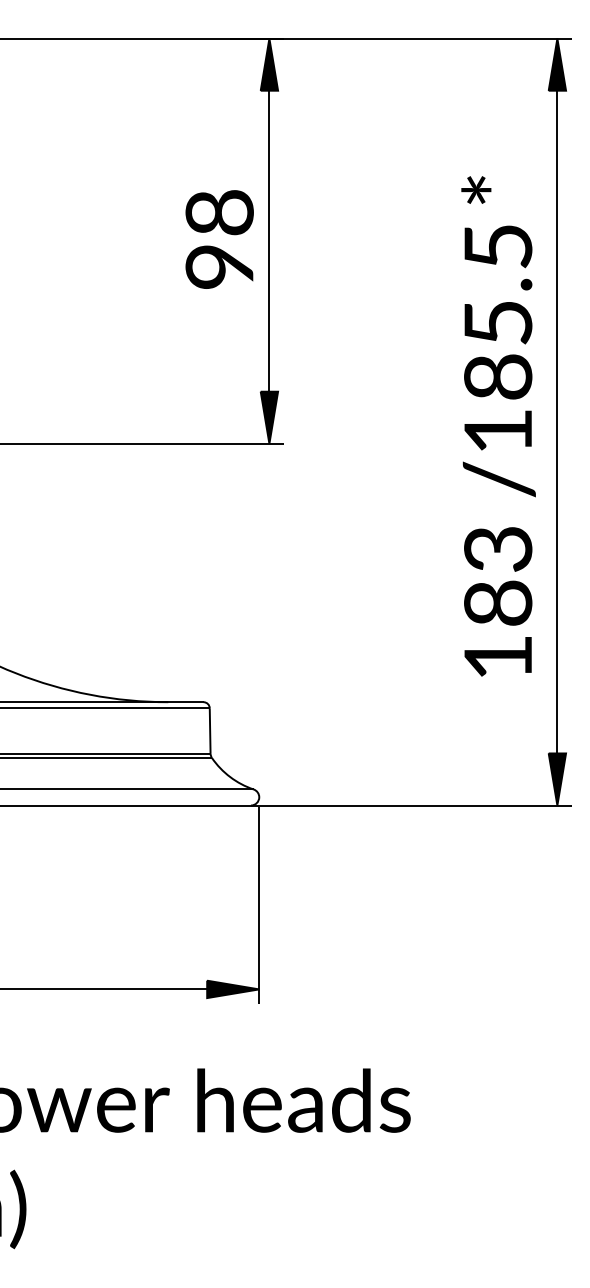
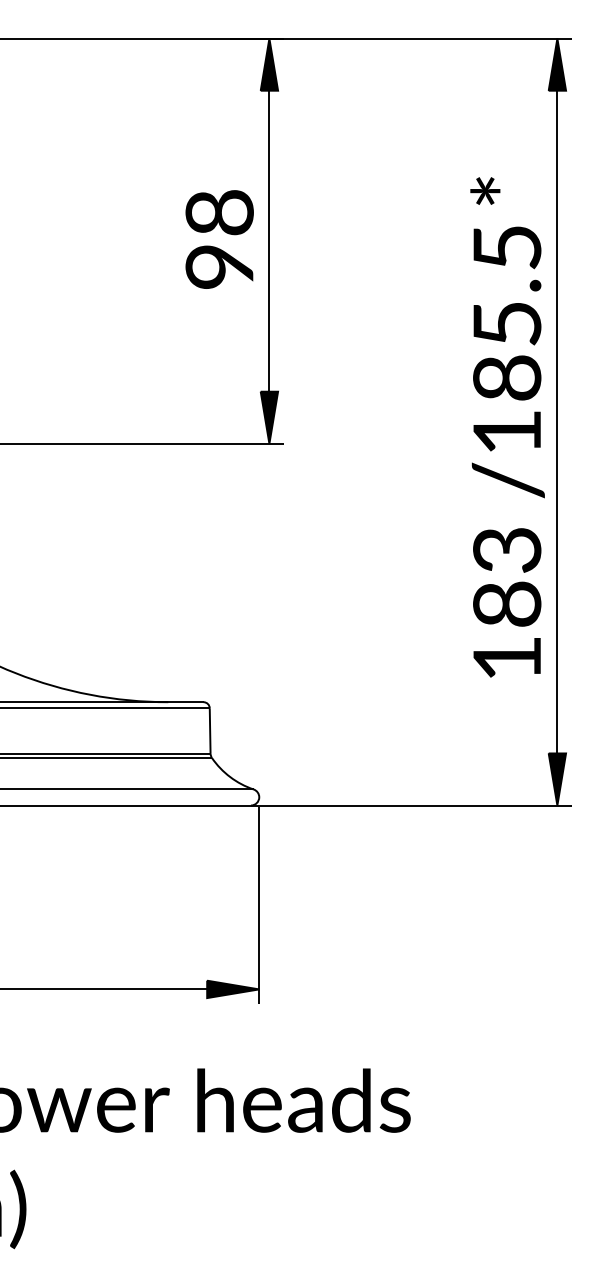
text at (498, 426) position: (498, 426) -> (507, 427)
